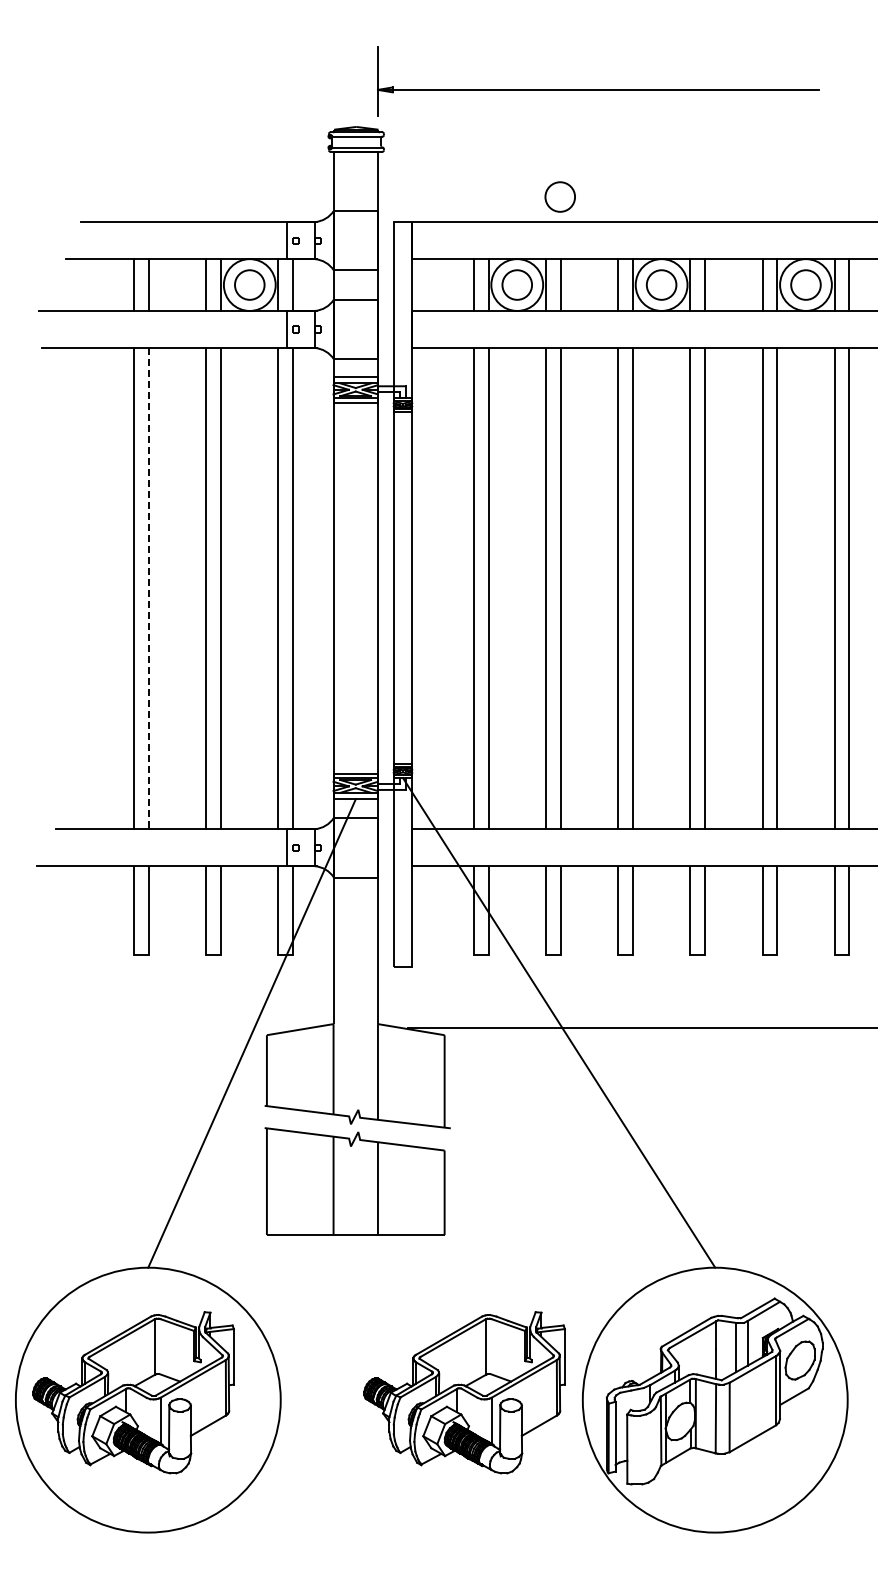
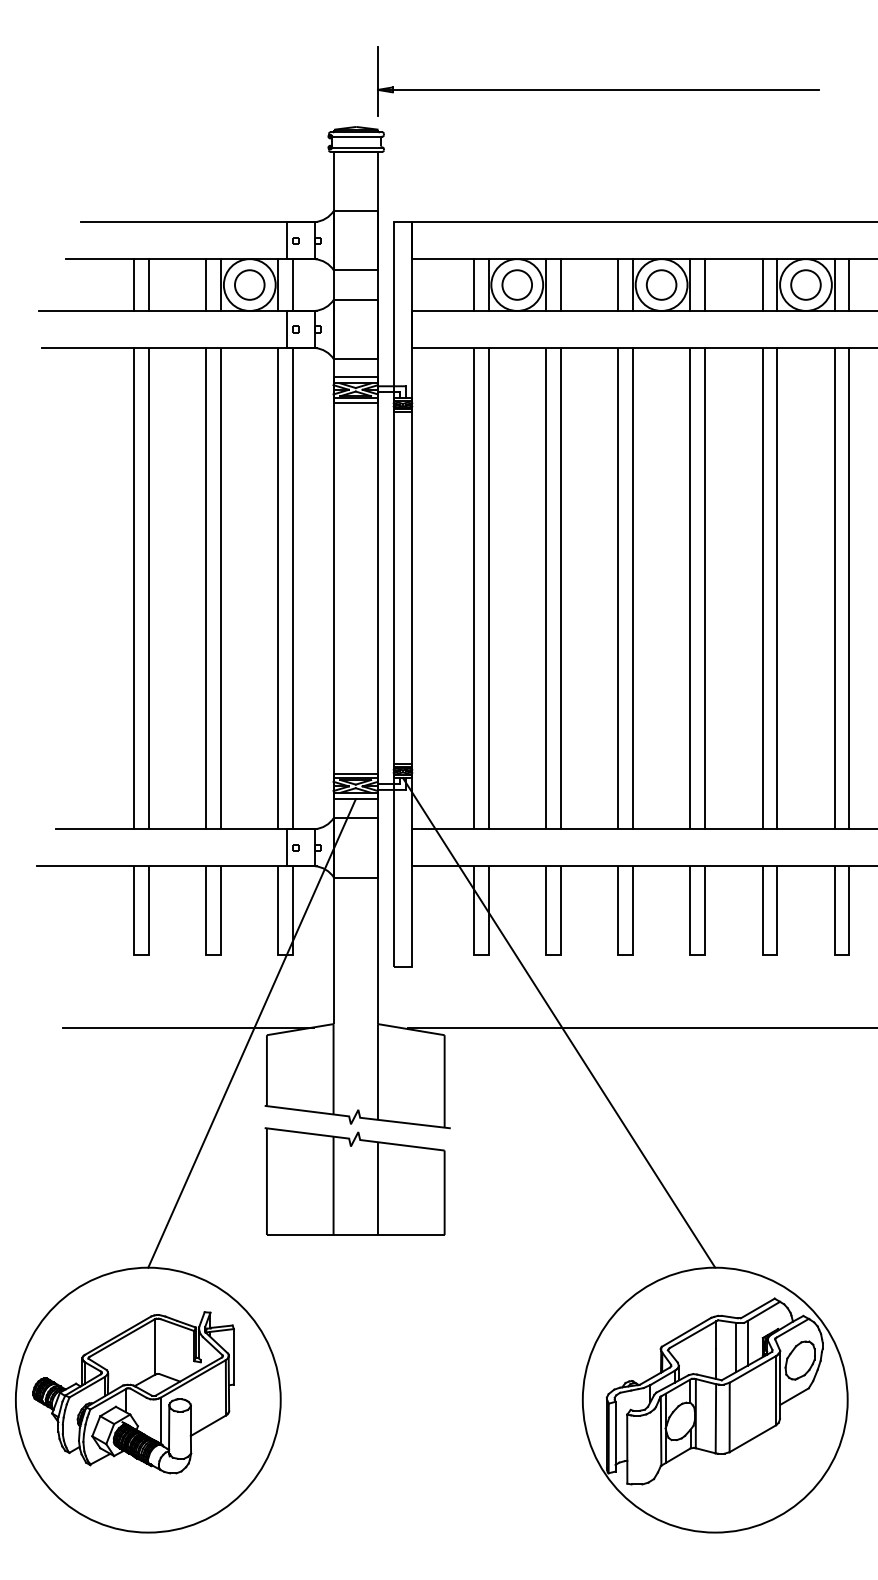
circle at (559, 196): present -> none
line at (148, 588): dashed -> solid
line at (188, 1027): none -> present
part at (464, 1392): present -> none
